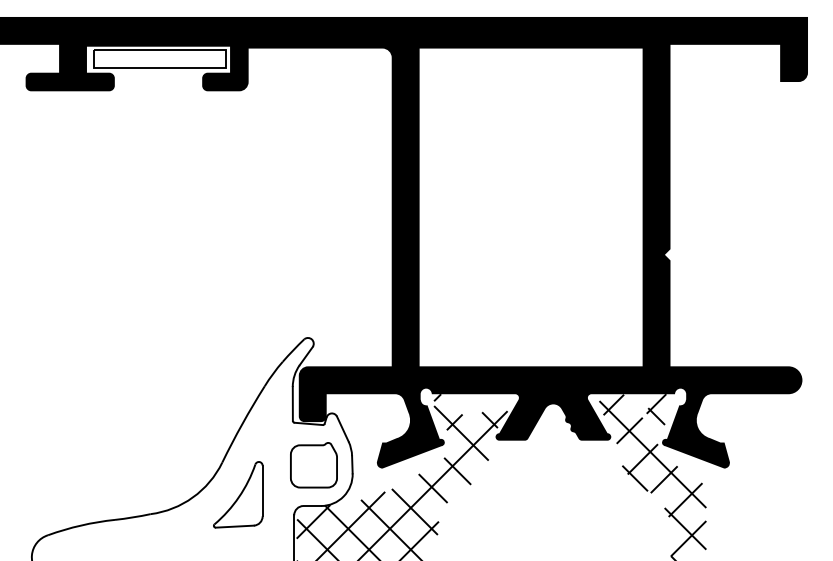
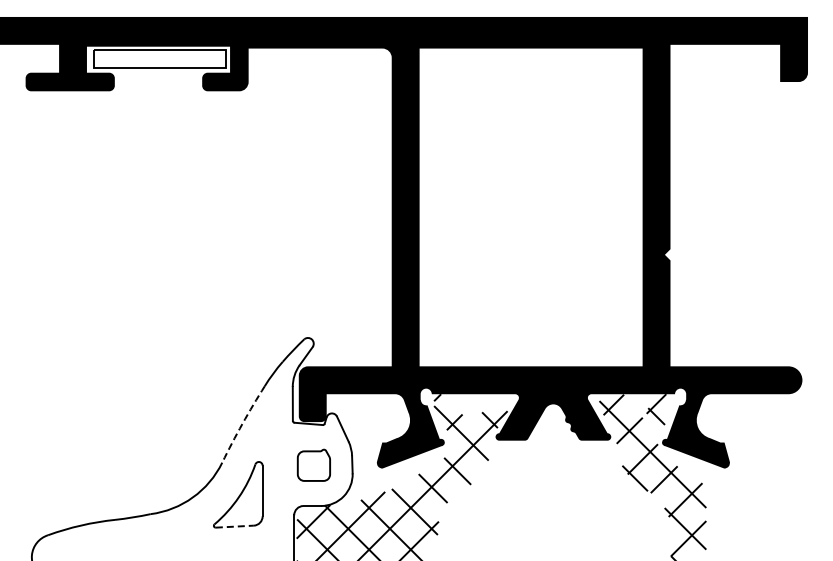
arc at (242, 423): solid -> dashed
part at (313, 465) size: 48x47 px -> 35x34 px
line at (235, 526): solid -> dashed
